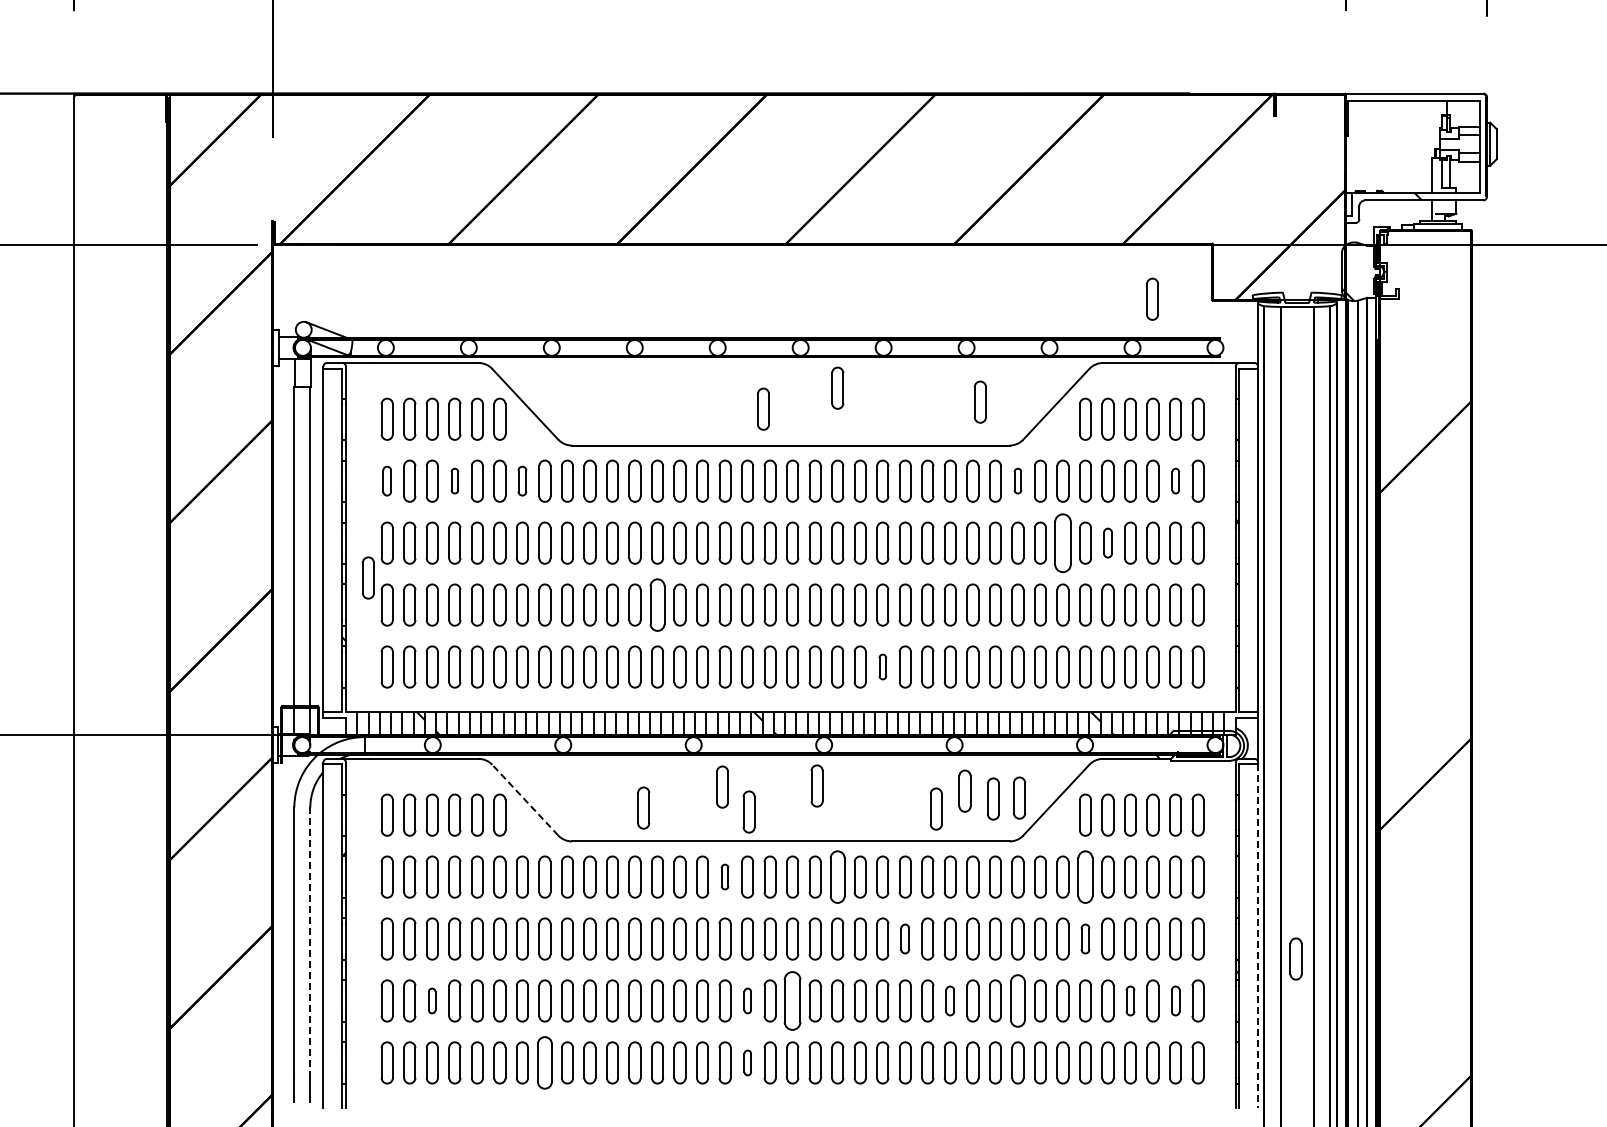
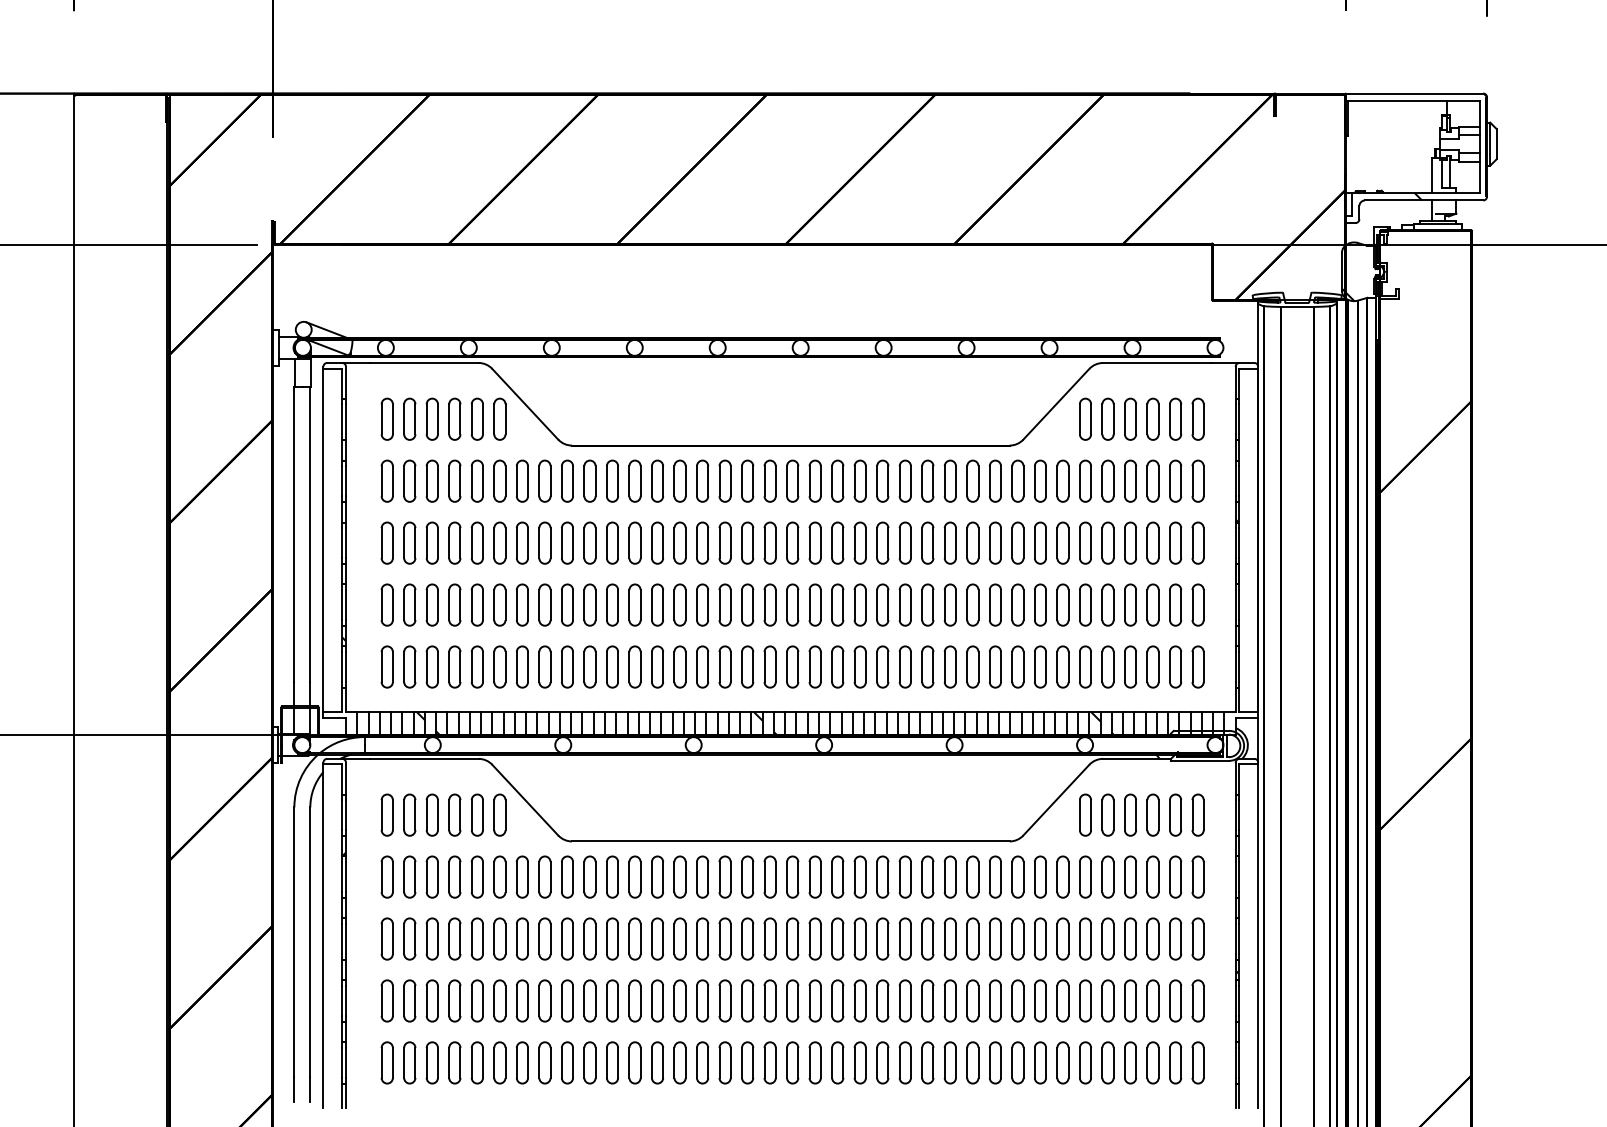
part at (1152, 298): present -> none
part at (837, 387): present -> none
part at (979, 401): present -> none
part at (763, 408): present -> none
part at (386, 480) size: 10x32 px -> 14x44 px
part at (454, 480) size: 10x28 px -> 14x44 px
part at (522, 480) size: 11x32 px -> 13x44 px
part at (1017, 480) size: 10x28 px -> 14x44 px
part at (1175, 480) size: 9x28 px -> 14x44 px
part at (1062, 542) size: 18x60 px -> 14x44 px
part at (1107, 542) size: 10x32 px -> 14x44 px
part at (367, 577): present -> none
part at (657, 604) size: 17x54 px -> 13x44 px
part at (882, 666) size: 10x28 px -> 14x44 px
part at (816, 785): present -> none
part at (722, 786): present -> none
part at (964, 790): present -> none
part at (1019, 797): present -> none
part at (993, 798): present -> none
line at (524, 799): dashed -> solid
part at (643, 807): present -> none
part at (935, 808): present -> none
part at (748, 811): present -> none
part at (724, 876) size: 10x28 px -> 14x44 px
part at (837, 876) size: 17x54 px -> 14x44 px
part at (1085, 876) size: 17x54 px -> 13x44 px
line at (1258, 936): dashed -> solid
part at (904, 938) size: 10x32 px -> 14x44 px
part at (1085, 938) size: 11x32 px -> 13x44 px
line at (310, 942): dashed -> solid
part at (1295, 958): present -> none
part at (432, 1000) size: 9x28 px -> 14x44 px
part at (747, 1000) size: 9x28 px -> 14x44 px
part at (792, 1000) size: 19x60 px -> 14x44 px
part at (949, 1000) size: 10x32 px -> 14x44 px
part at (1017, 1000) size: 16x54 px -> 14x44 px
part at (1130, 1000) size: 11x32 px -> 13x44 px
part at (1175, 1000) size: 10x32 px -> 14x44 px
part at (544, 1062) size: 16x54 px -> 14x44 px
part at (747, 1062) size: 9x28 px -> 14x44 px
